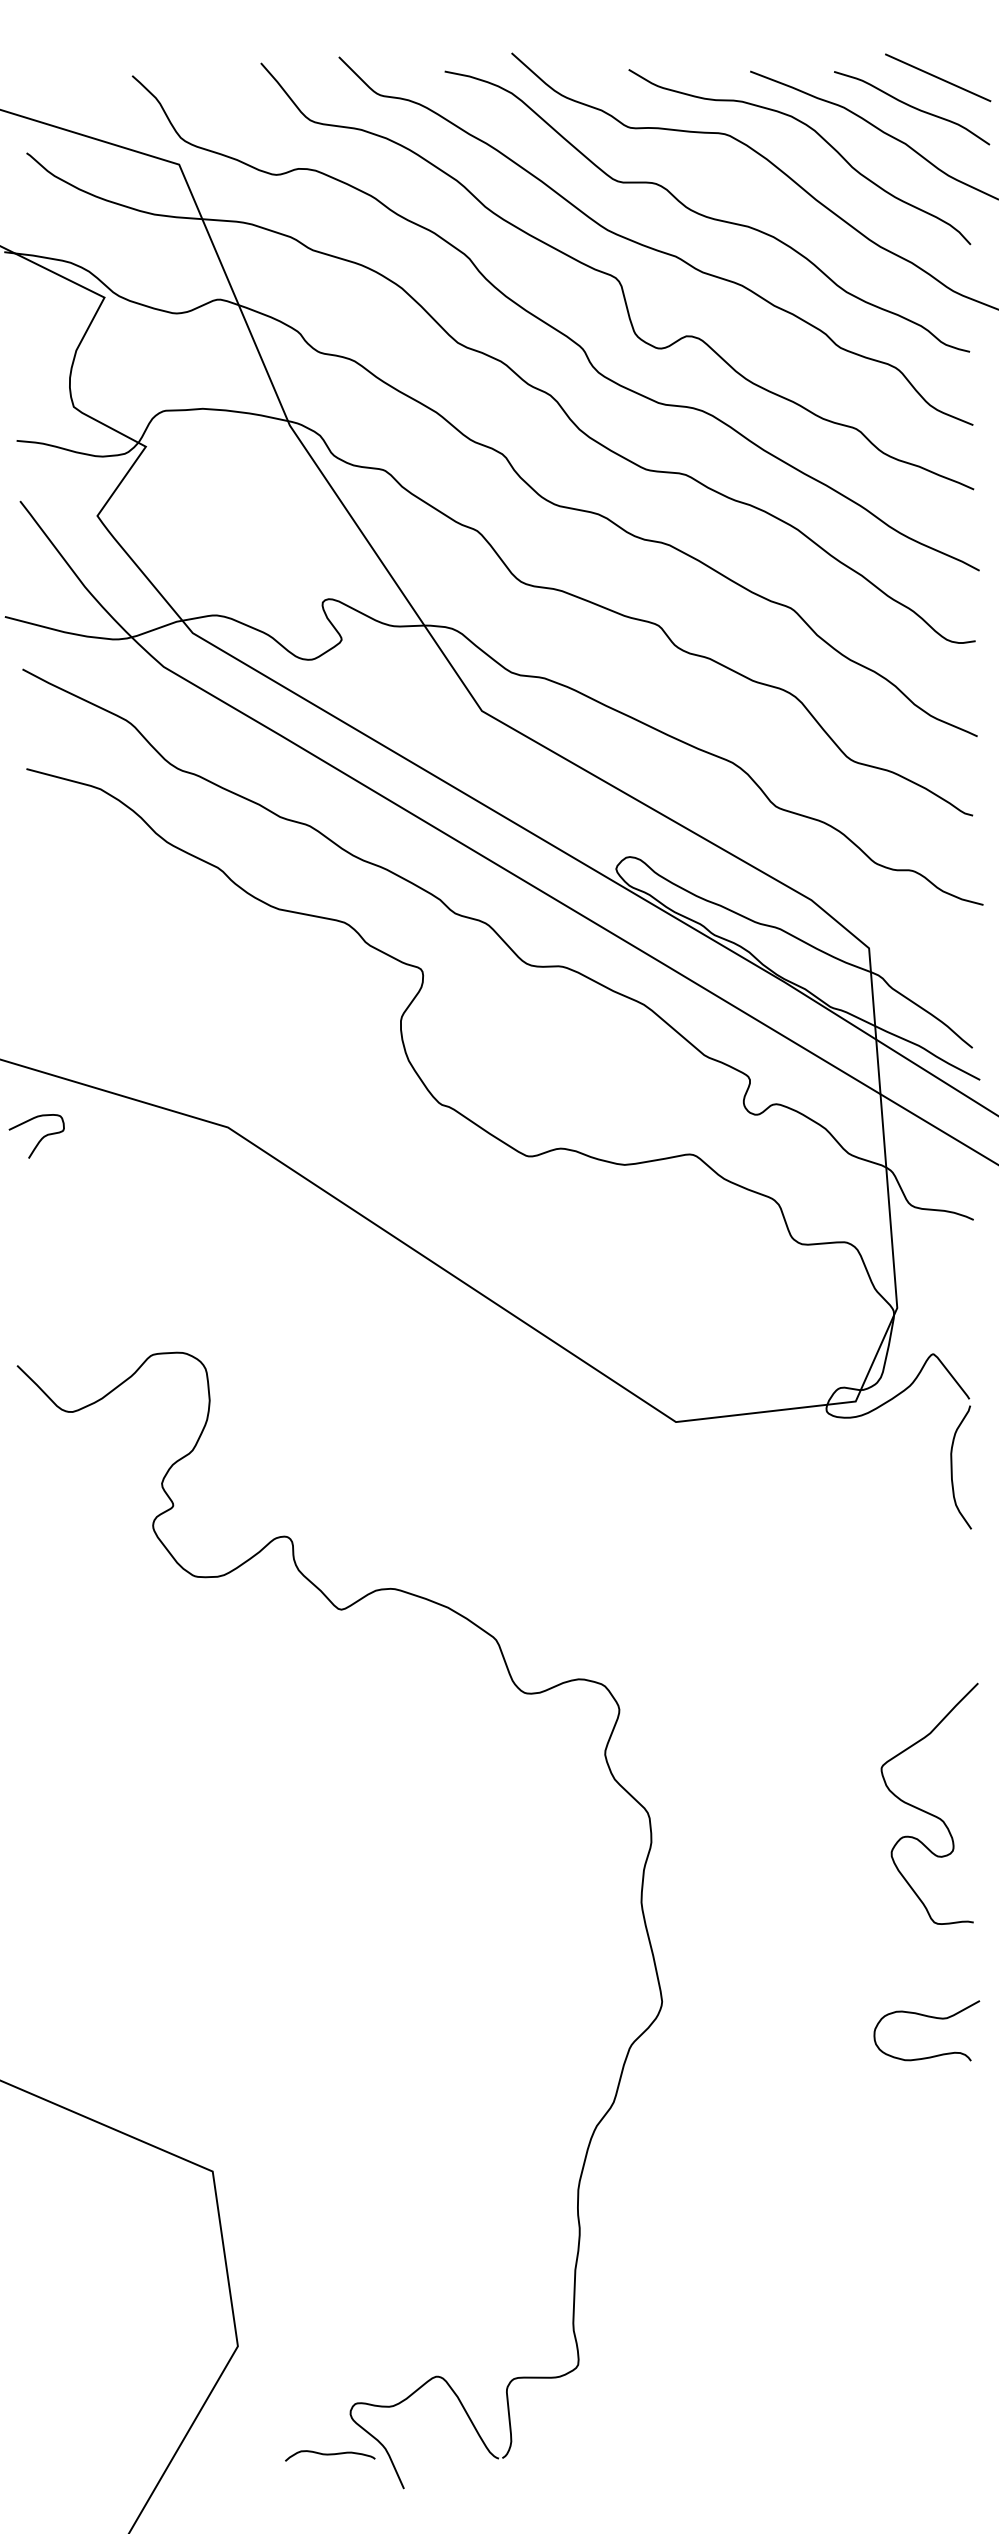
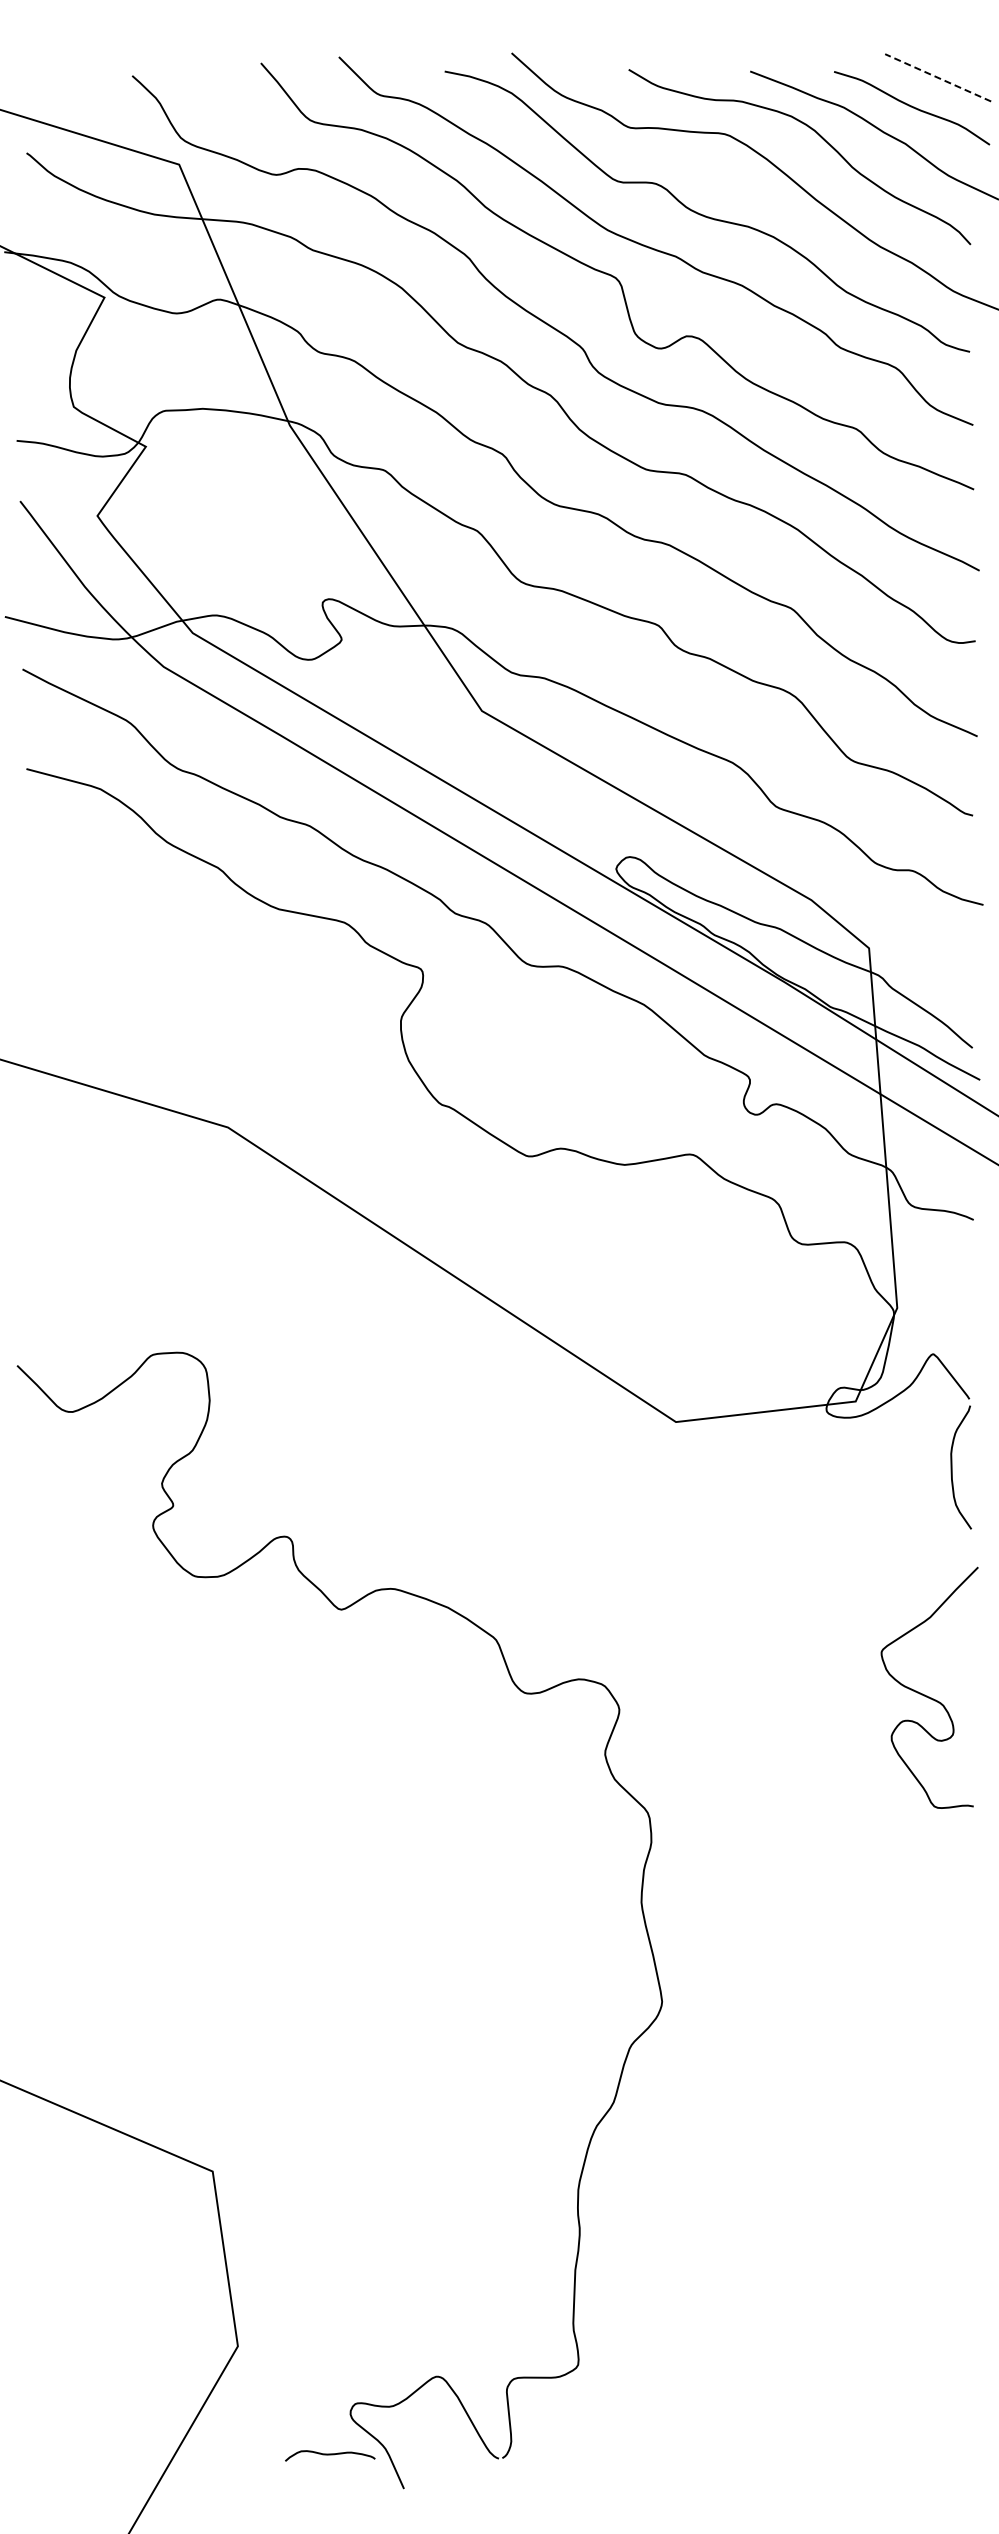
line at (937, 77): solid -> dashed
curve at (40, 1139): present -> none
curve at (925, 1810) position: (925, 1810) -> (925, 1694)
curve at (927, 2017): present -> none
